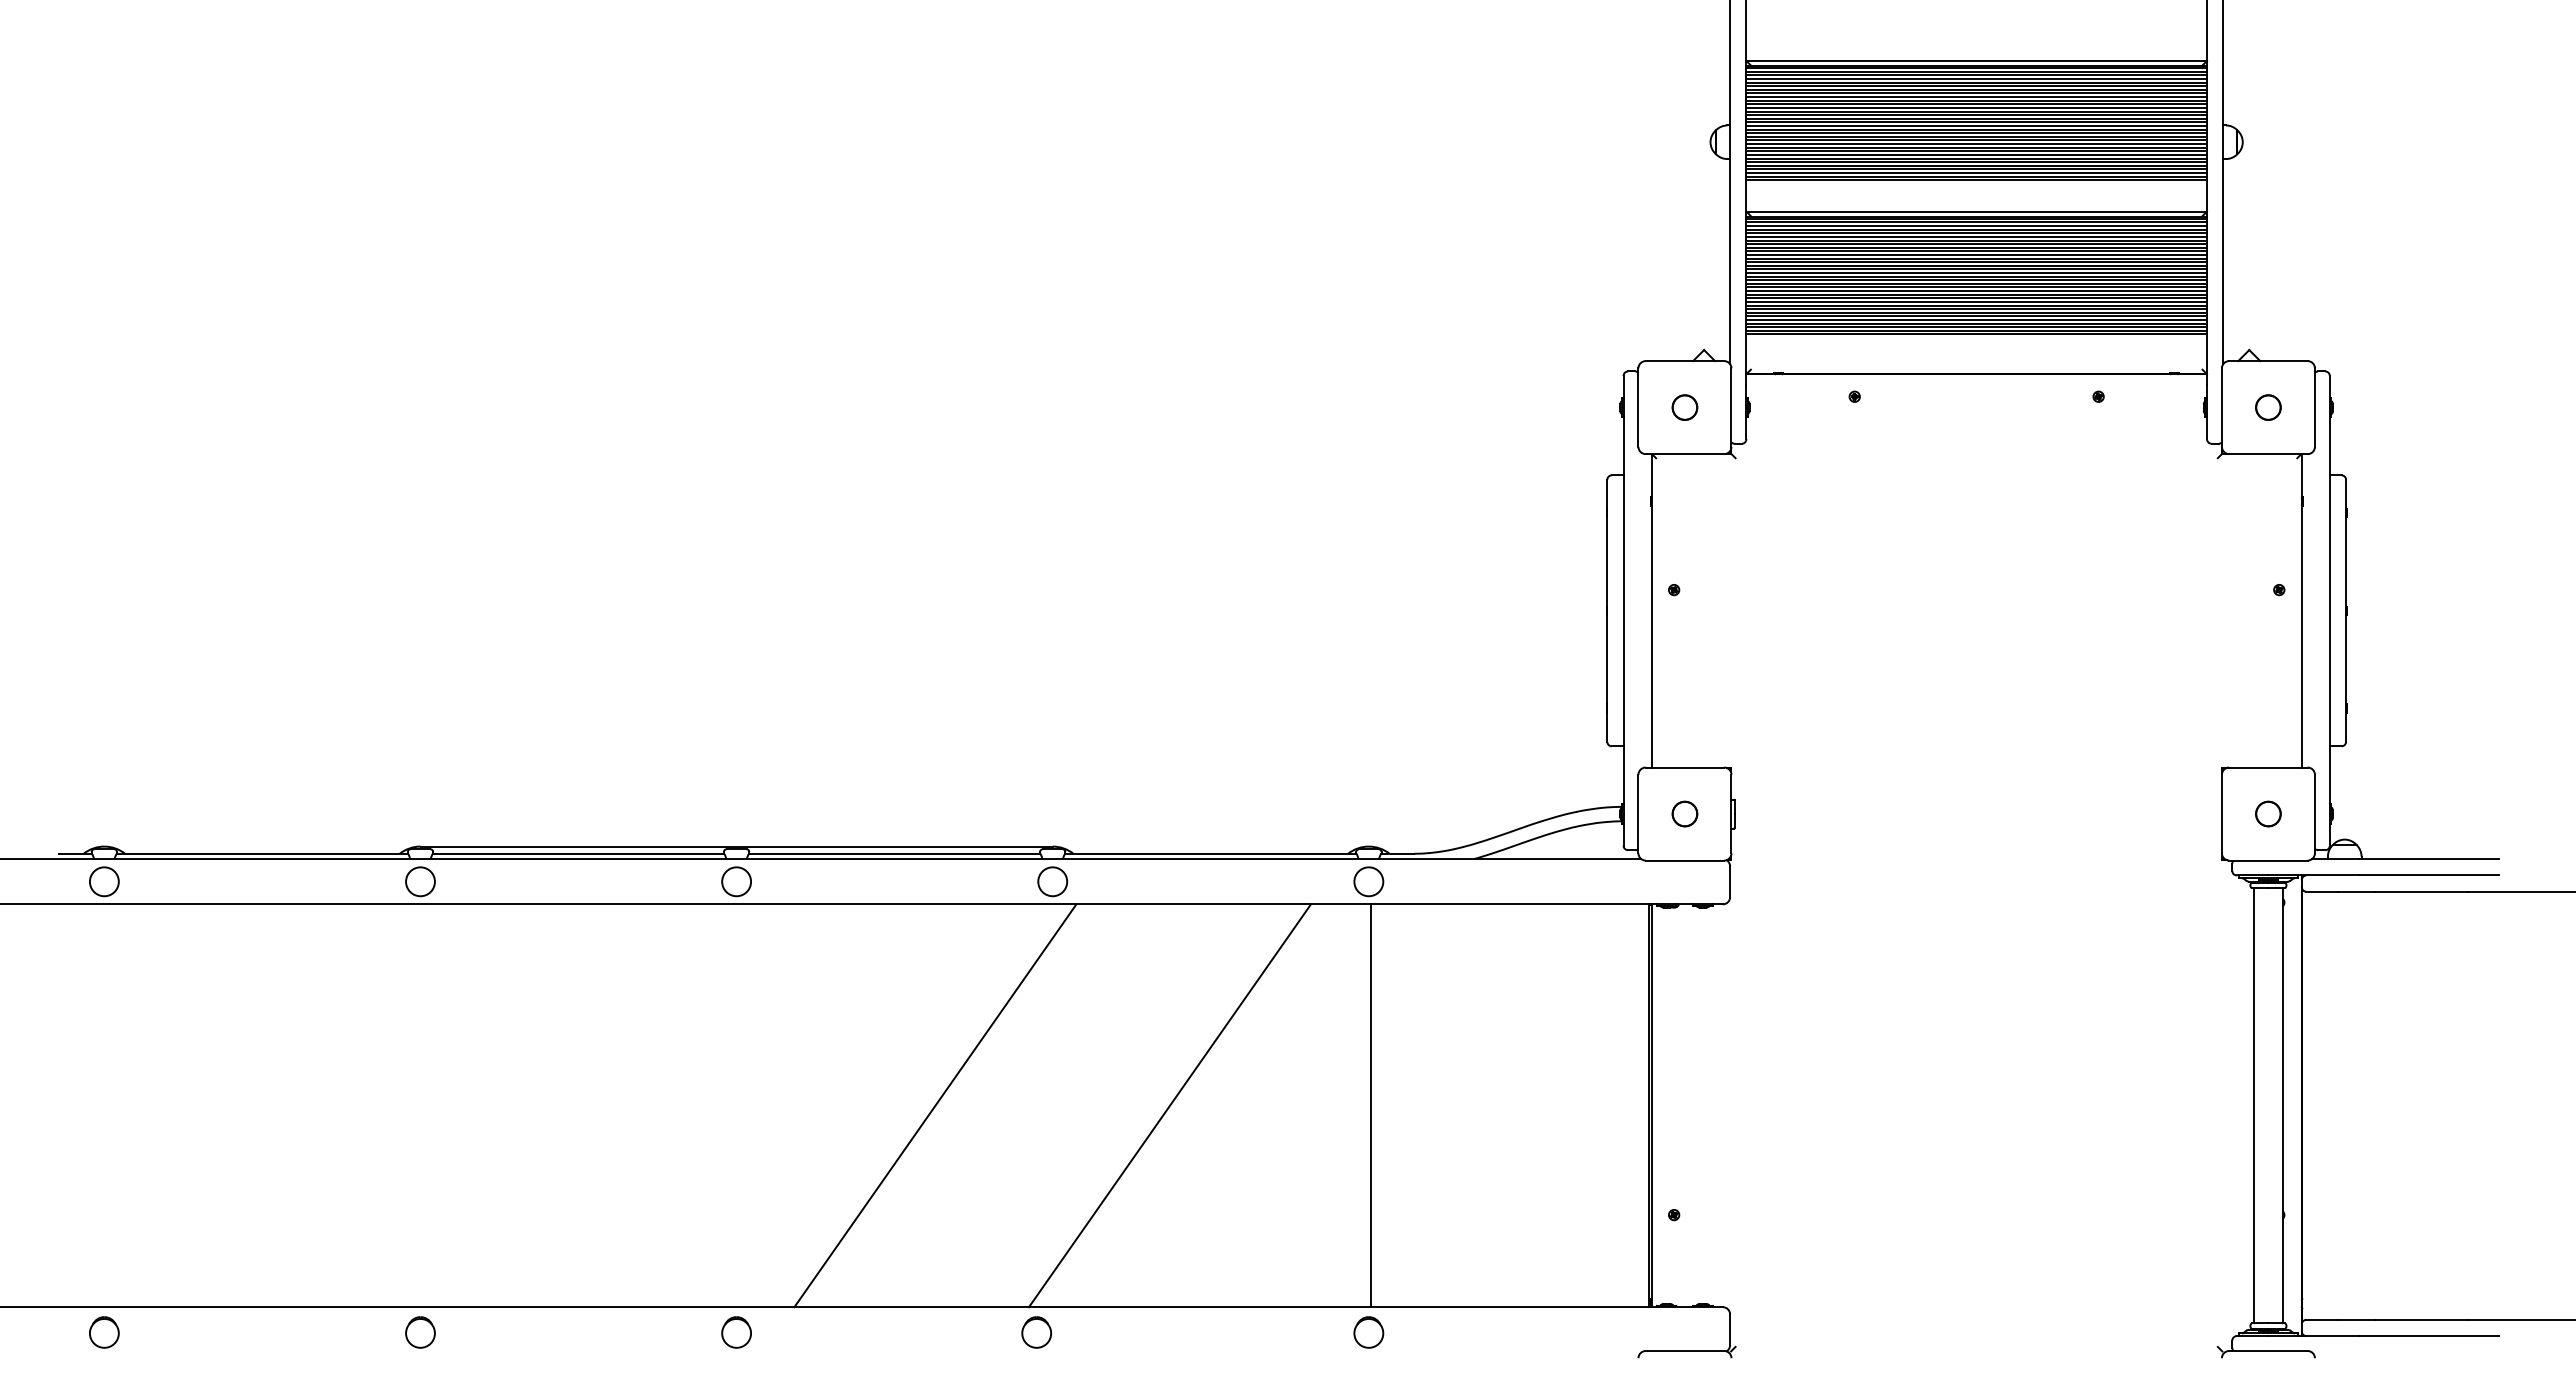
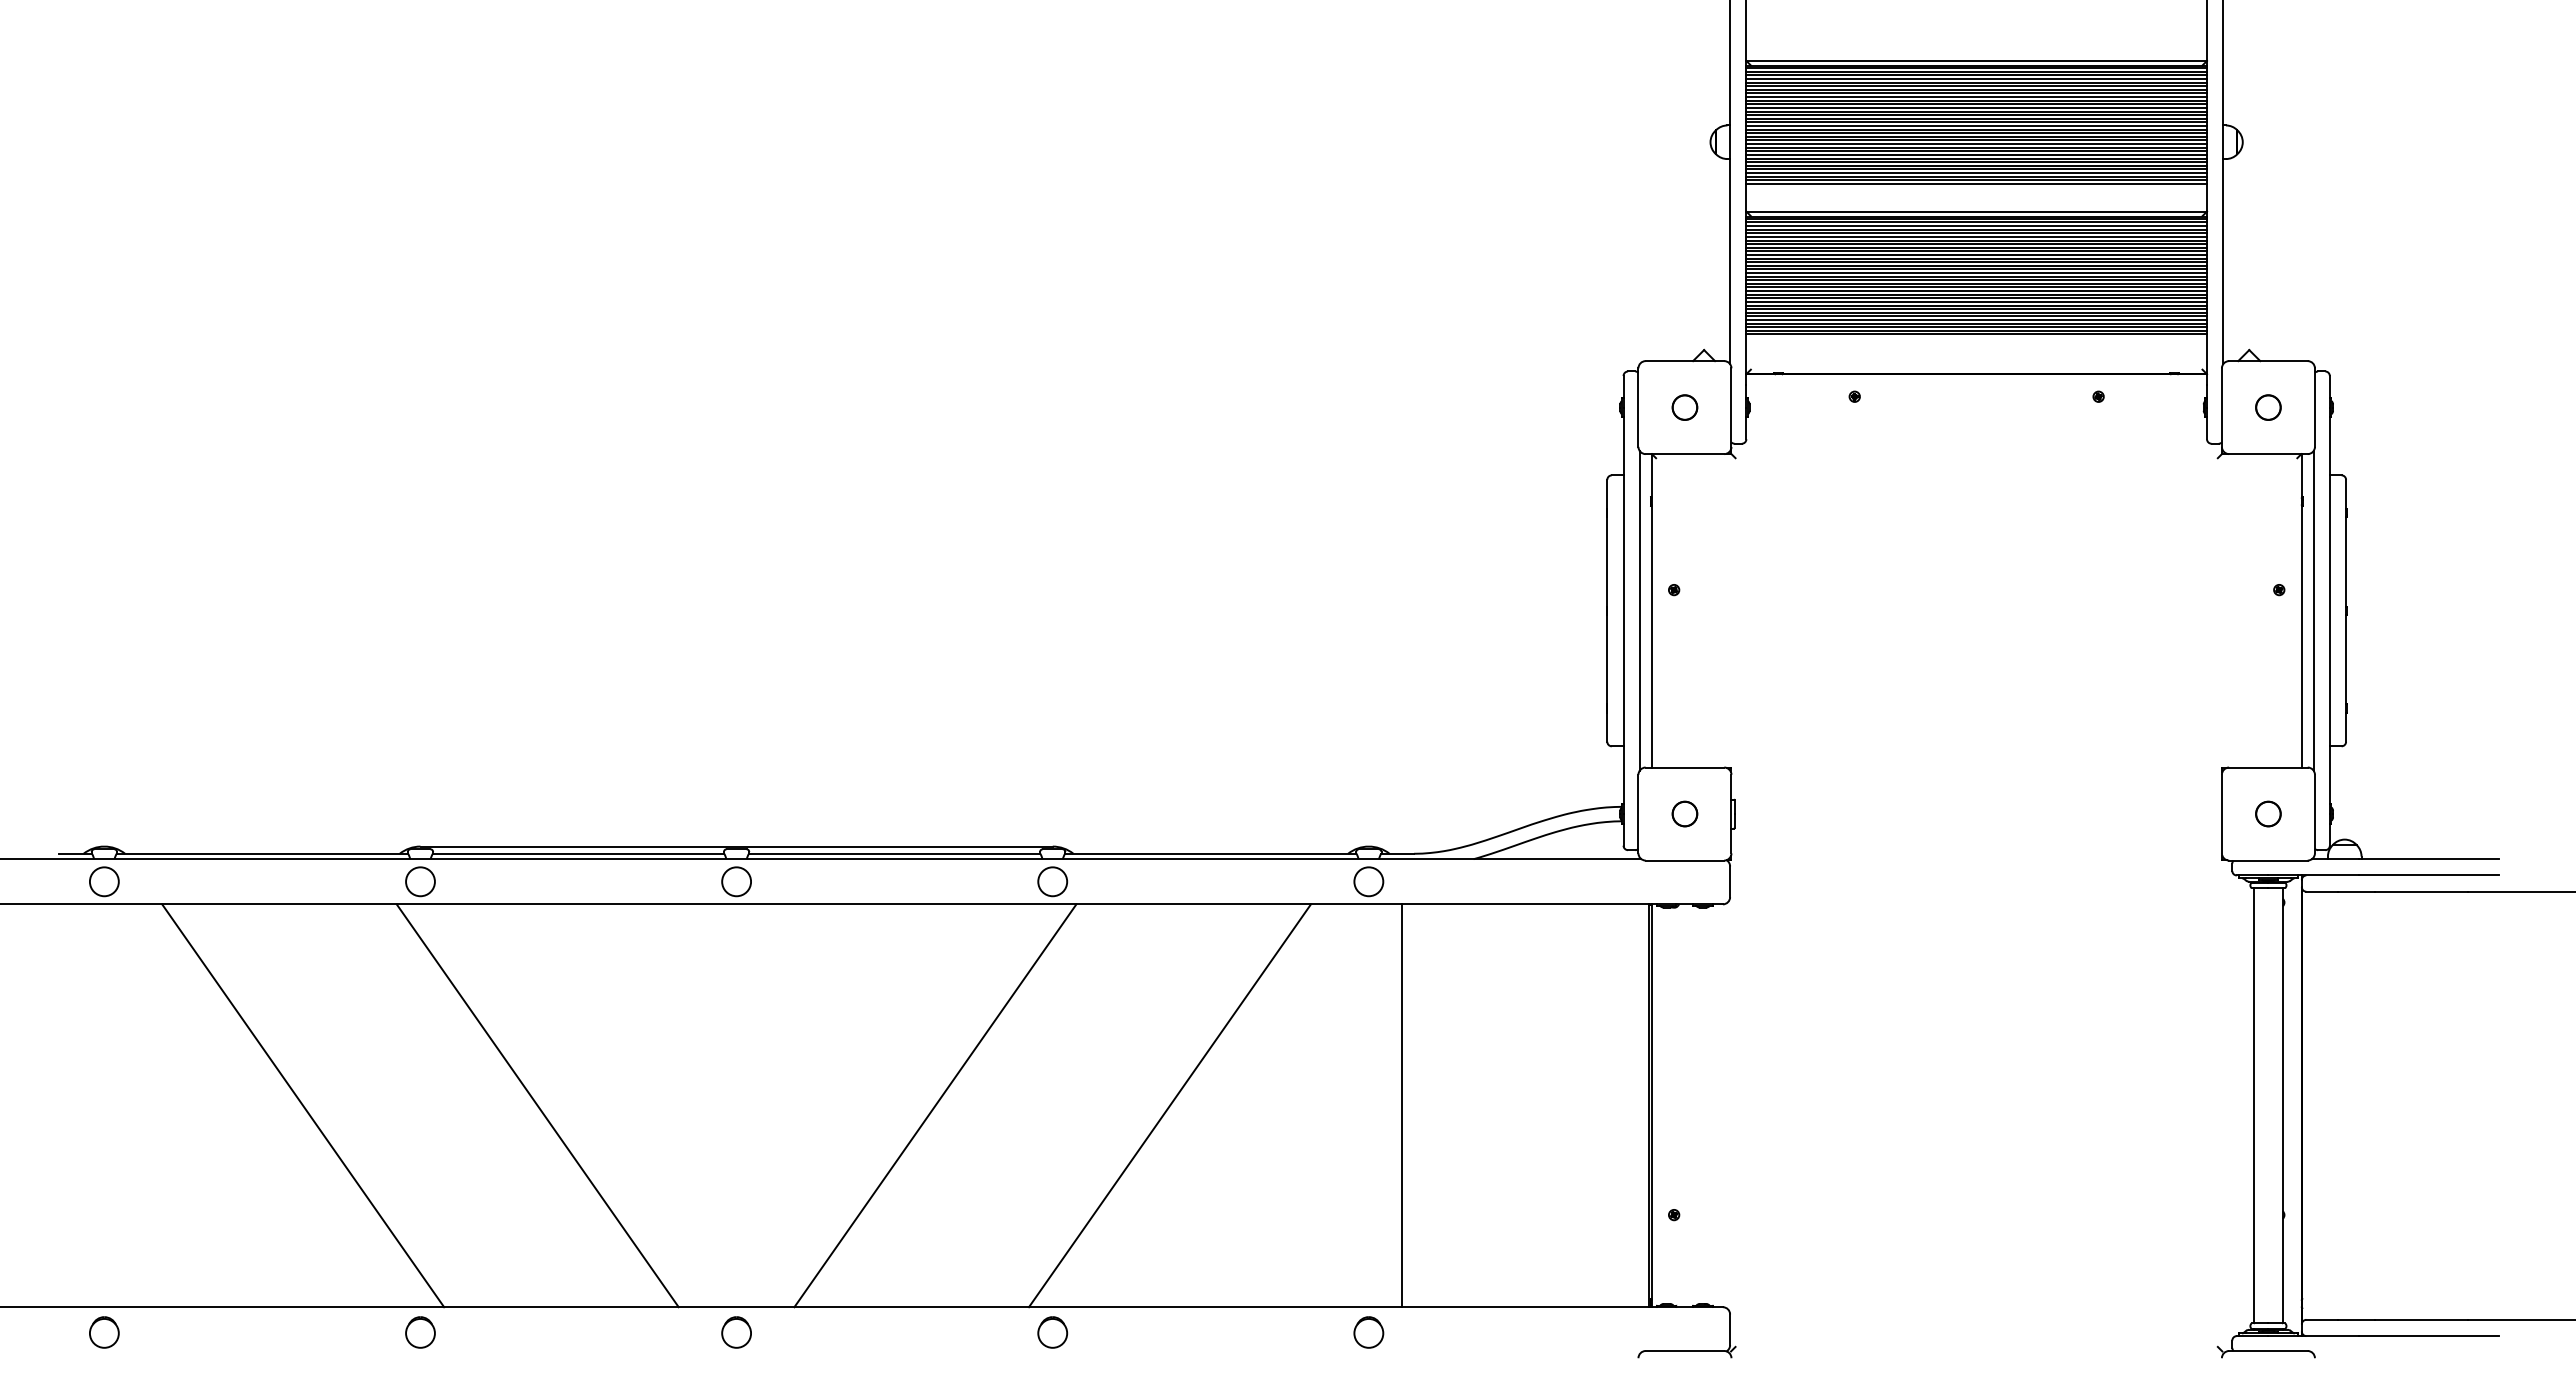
line at (1976, 183): none -> present
line at (1639, 610): none -> present
line at (2313, 610): none -> present
line at (303, 1105): none -> present
line at (537, 1105): none -> present
line at (1371, 1105) position: (1371, 1105) -> (1402, 1105)
part at (1036, 1332) position: (1036, 1332) -> (1052, 1332)
